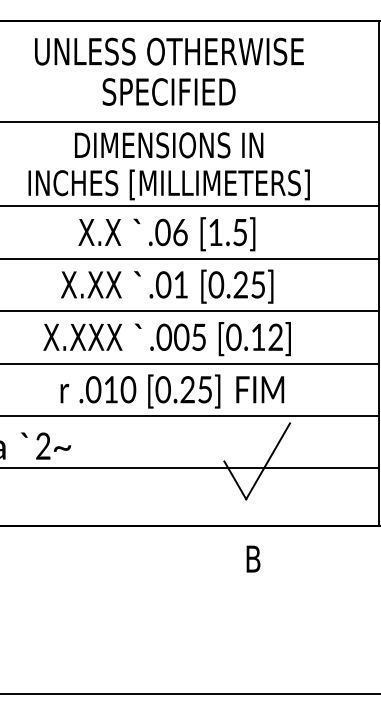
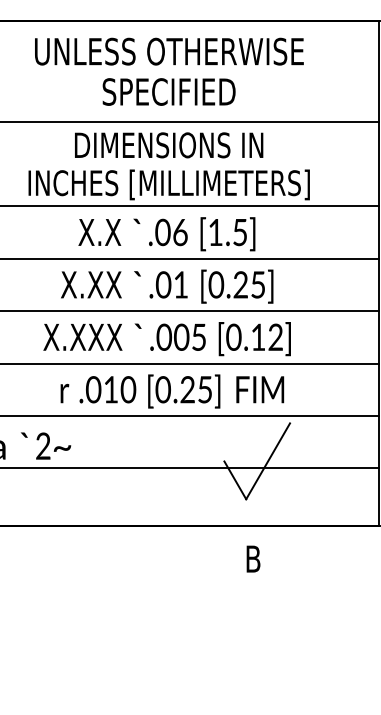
line at (189, 693): present -> none
